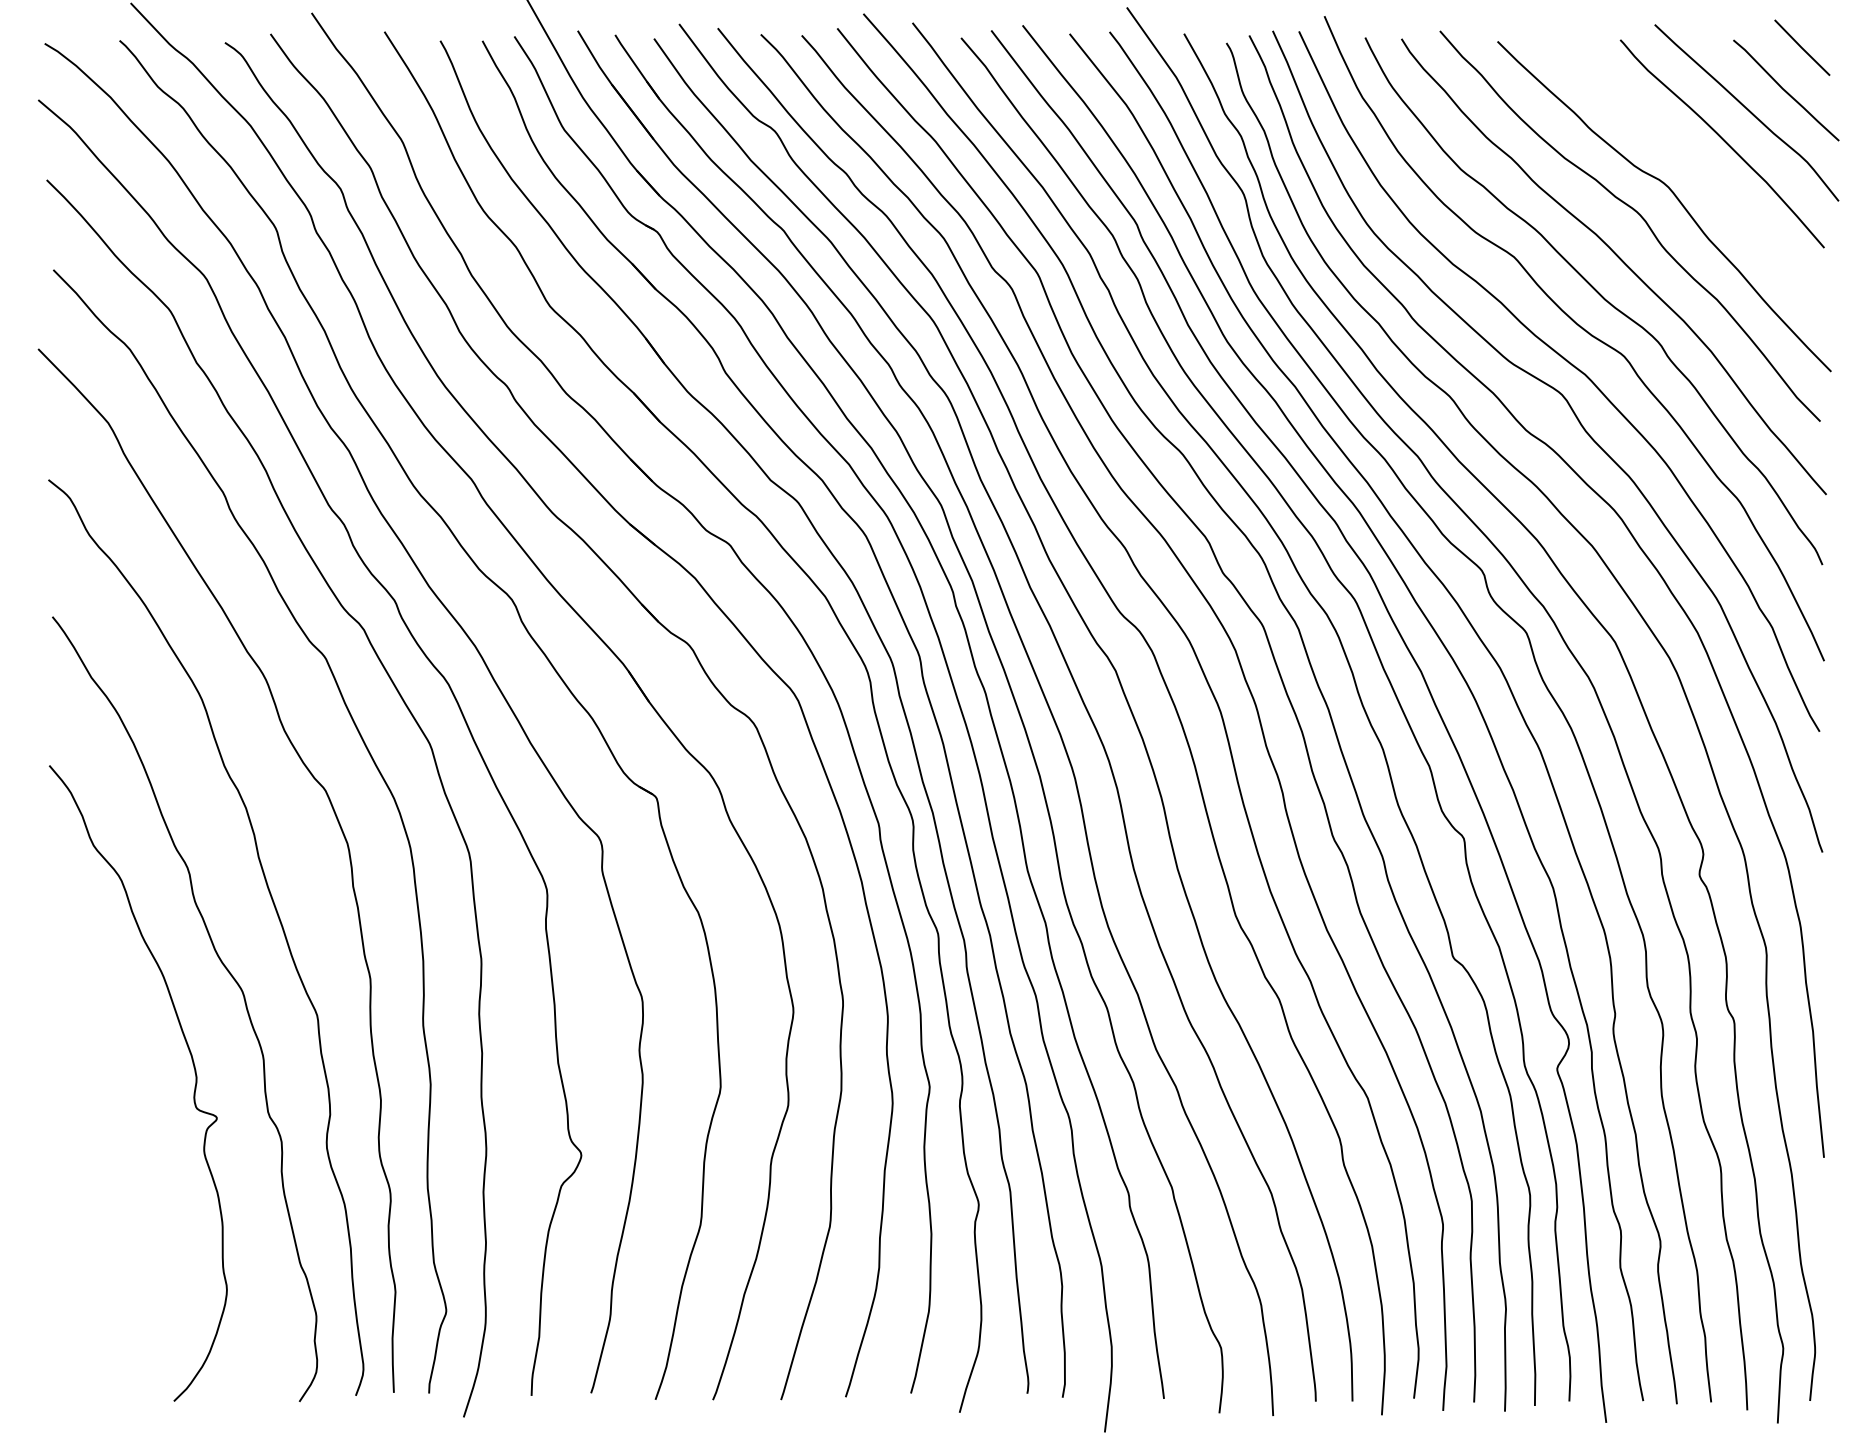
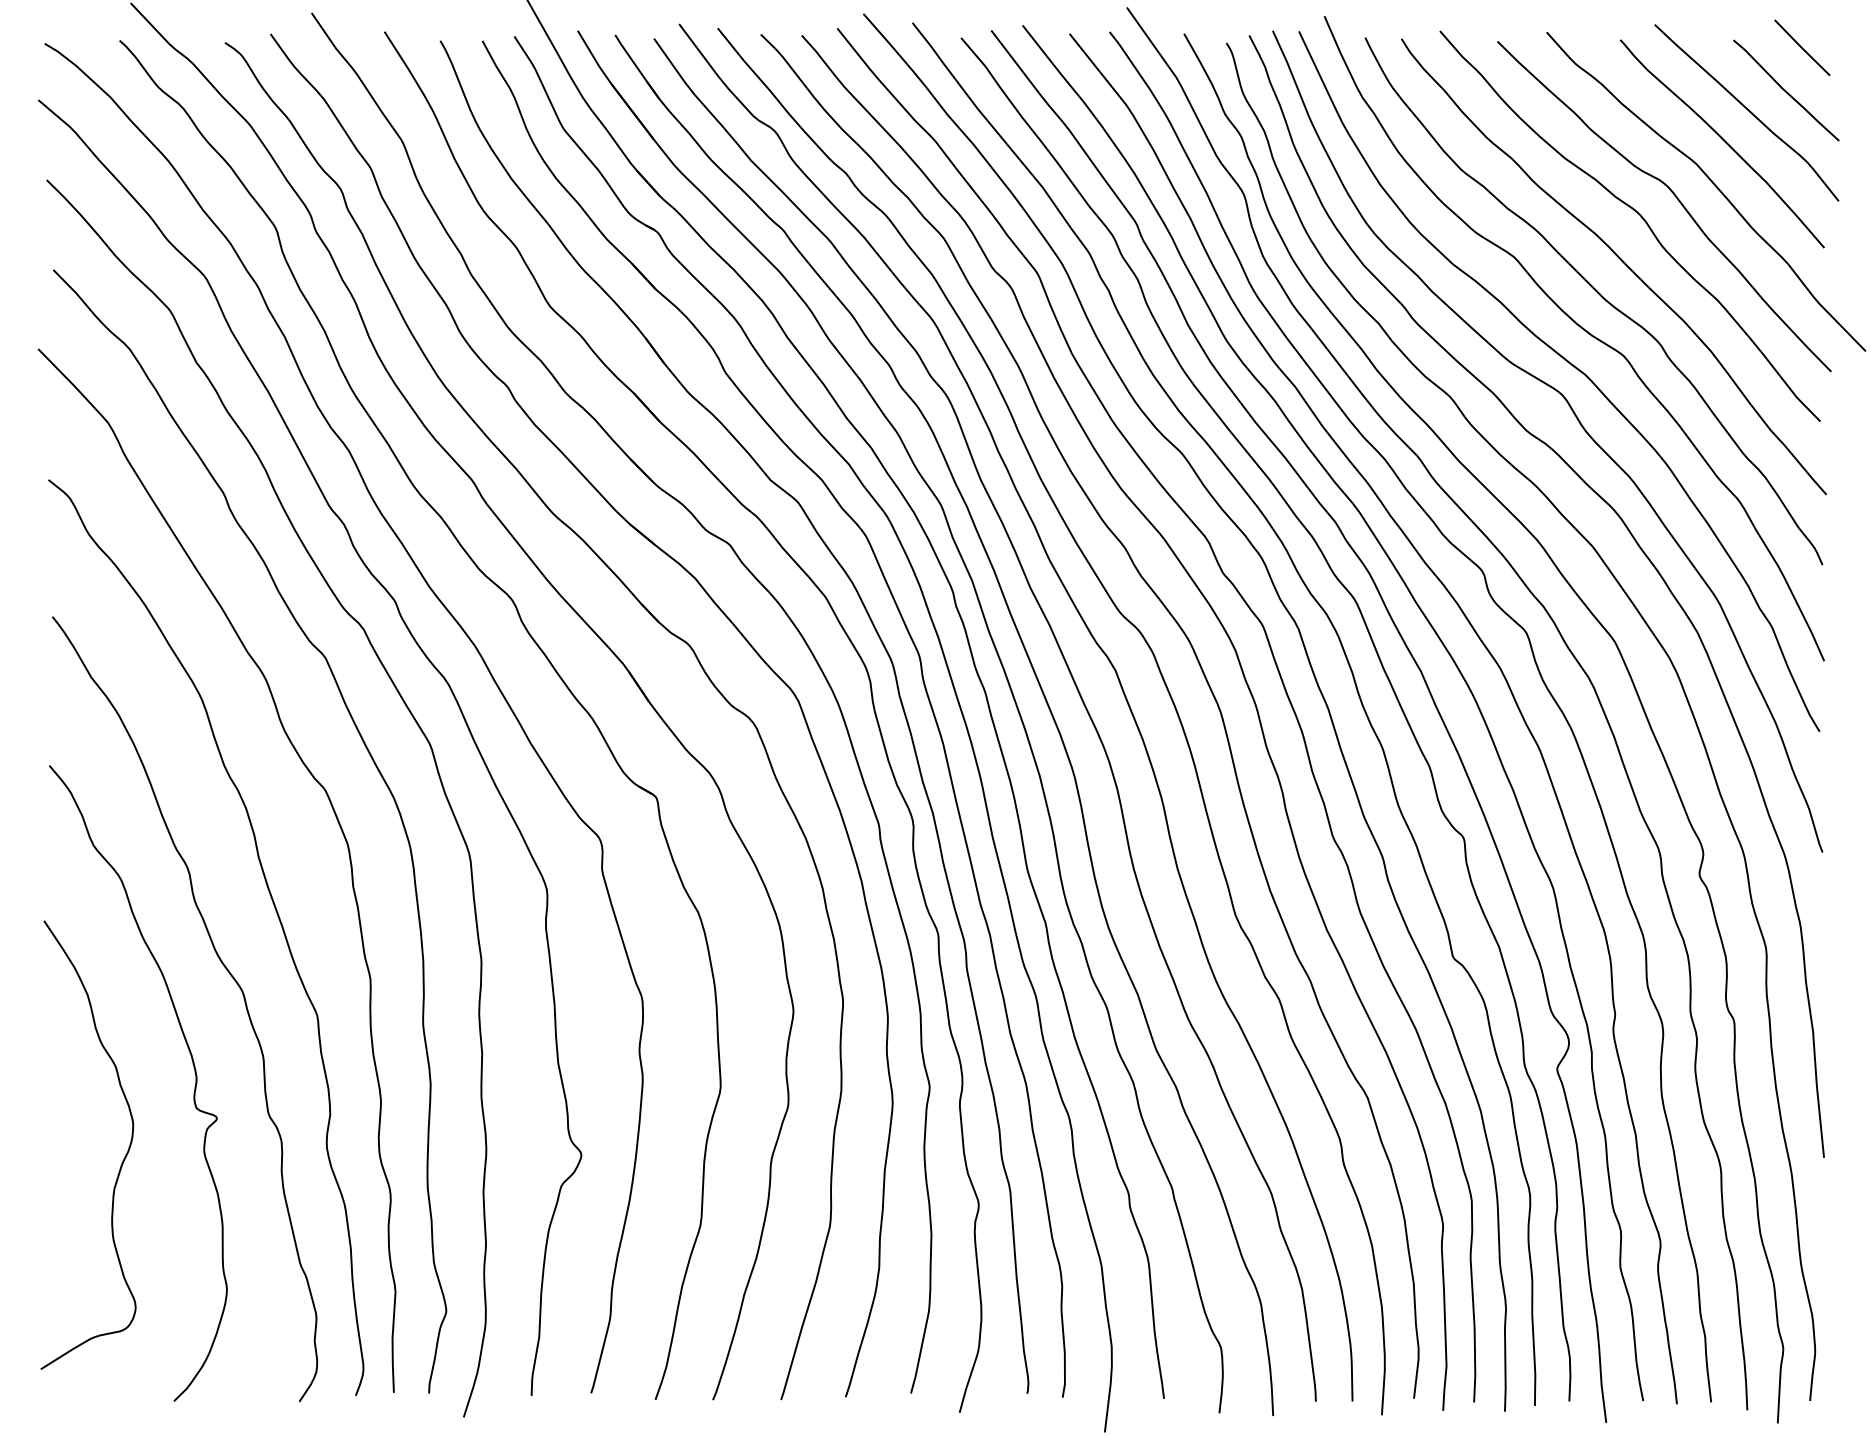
curve at (1715, 187): none -> present
curve at (122, 1160): none -> present
